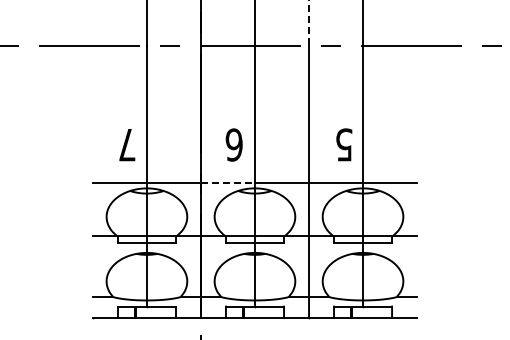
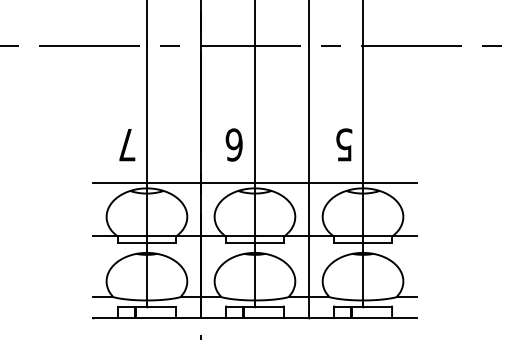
line at (308, 22): dashed -> solid
line at (228, 182): dashed -> solid
